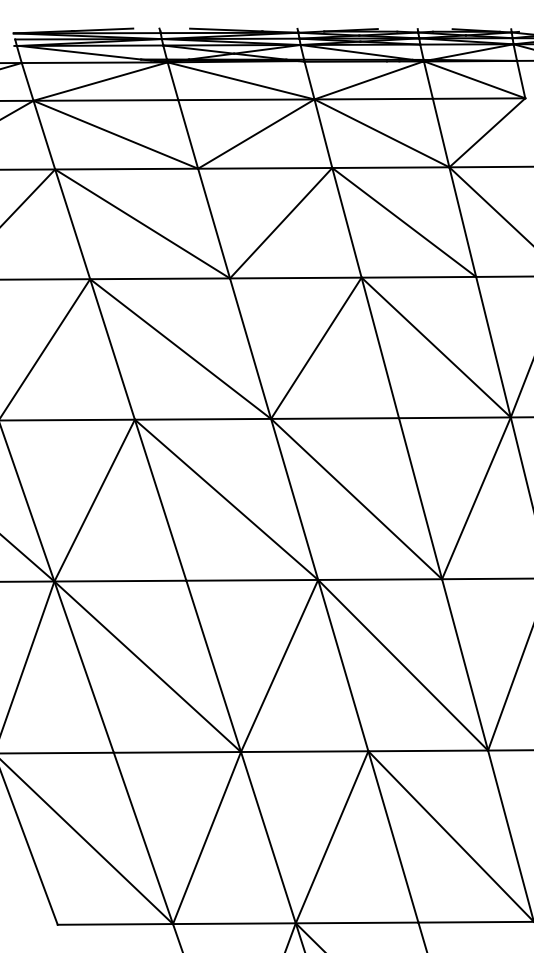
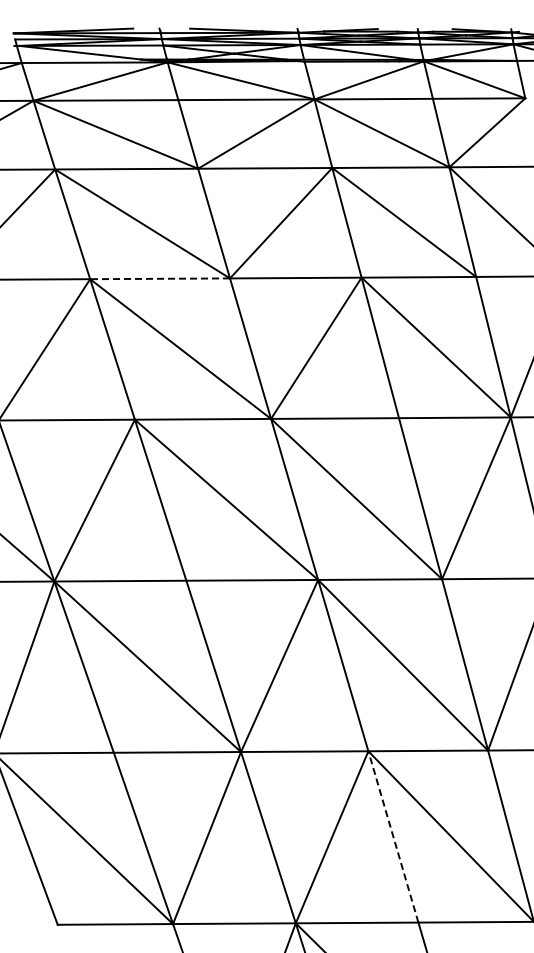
line at (160, 278): solid -> dashed
line at (393, 836): solid -> dashed
